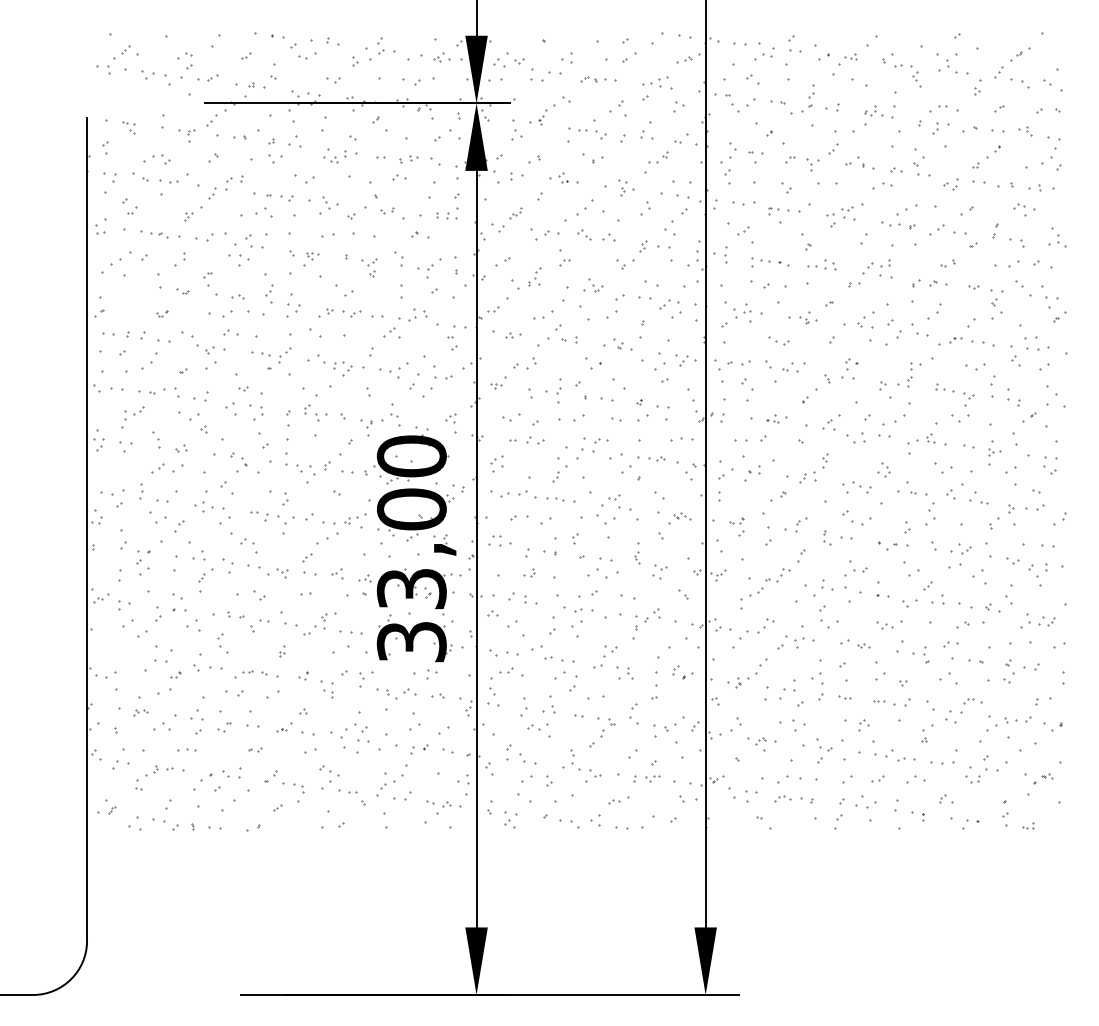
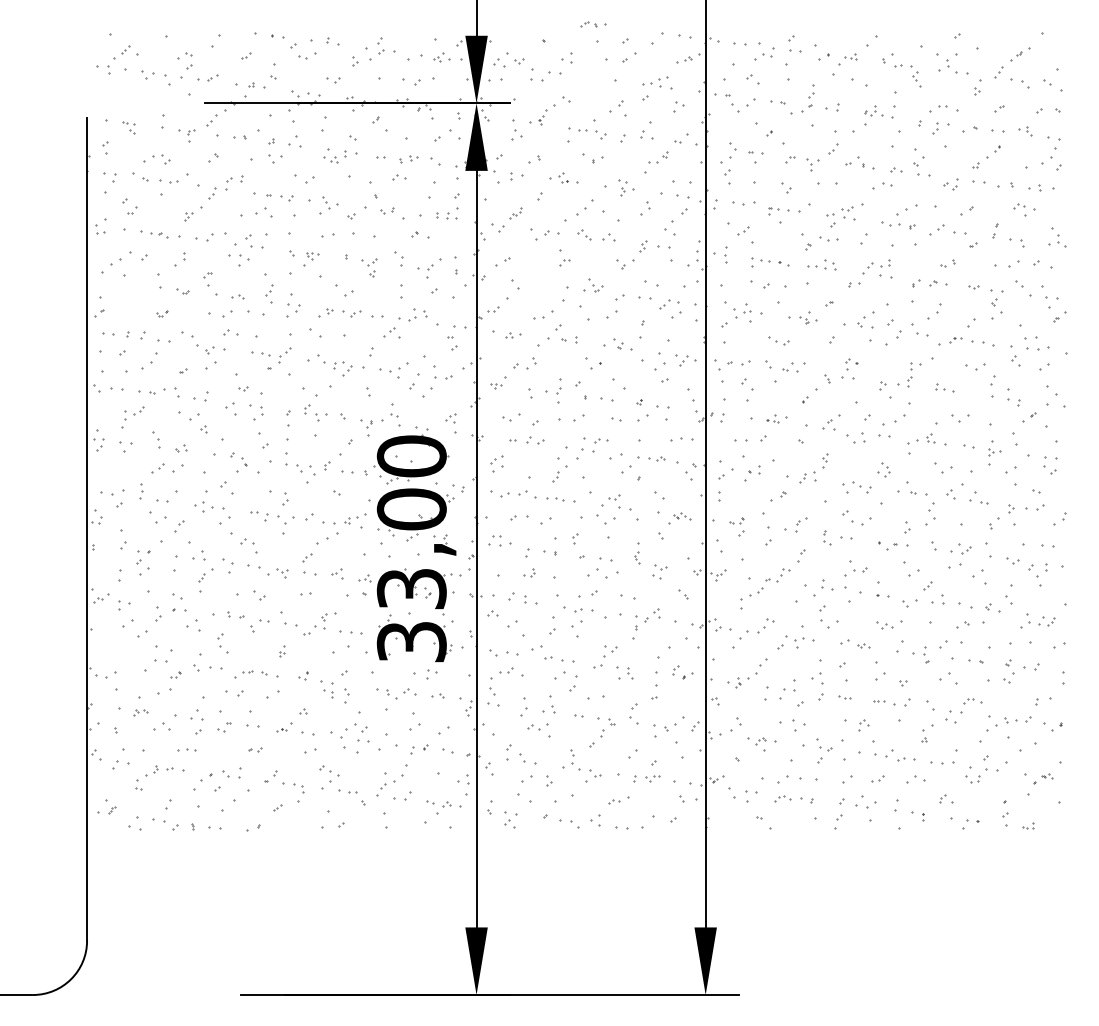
part at (593, 79) position: (593, 79) -> (593, 24)
part at (828, 238): none -> present
part at (534, 276): present -> none
part at (968, 399): present -> none
part at (950, 644) size: 16x7 px -> 24x9 px
part at (361, 679) position: (361, 679) -> (346, 695)
